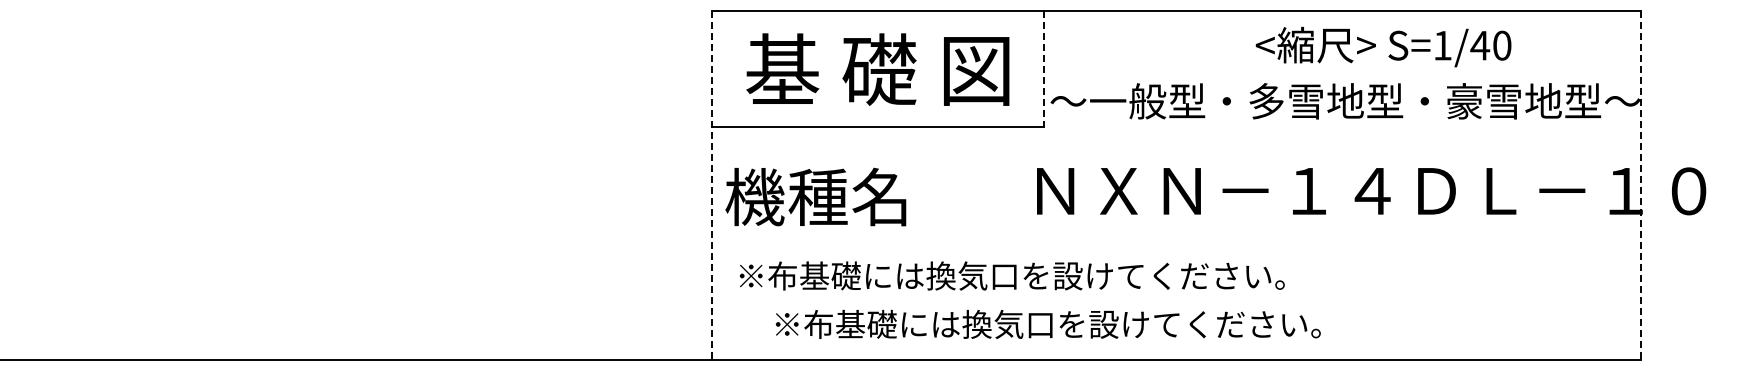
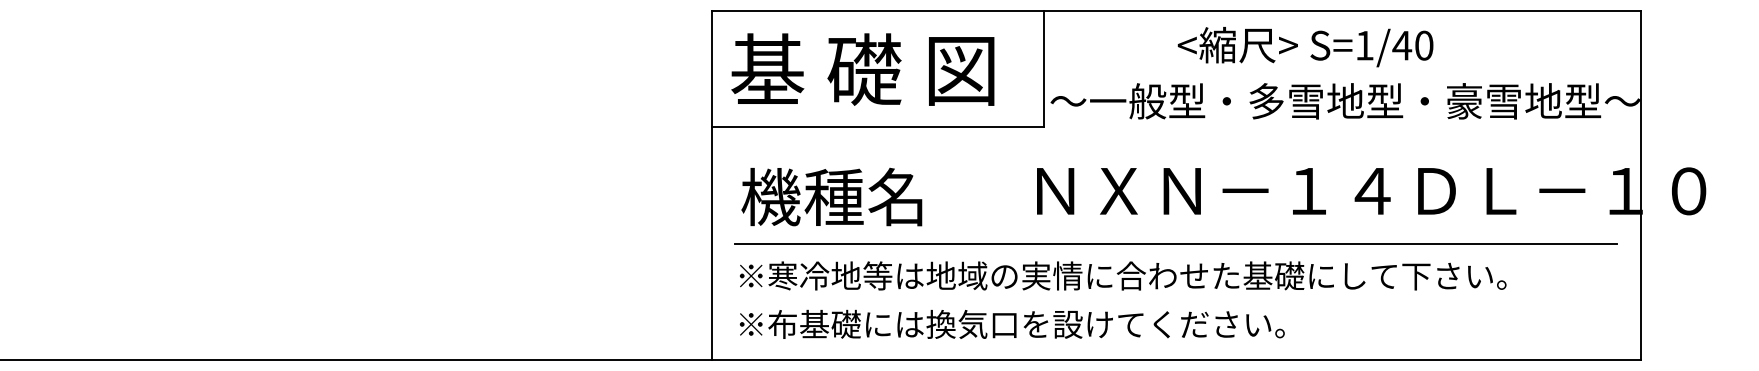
text at (1383, 47) position: (1383, 47) -> (1305, 47)
text at (877, 69) position: (877, 69) -> (862, 69)
line at (1043, 69): dashed -> solid
line at (711, 185): dashed -> solid
line at (1640, 185): dashed -> solid
text at (815, 196) position: (815, 196) -> (831, 196)
line at (1176, 243): none -> present
text at (1137, 275): ※布基礎には換気口を設けてください。 -> ※寒冷地等は地域の実情に合わせた基礎にして下さい。
text at (1047, 323) position: (1047, 323) -> (1011, 323)
